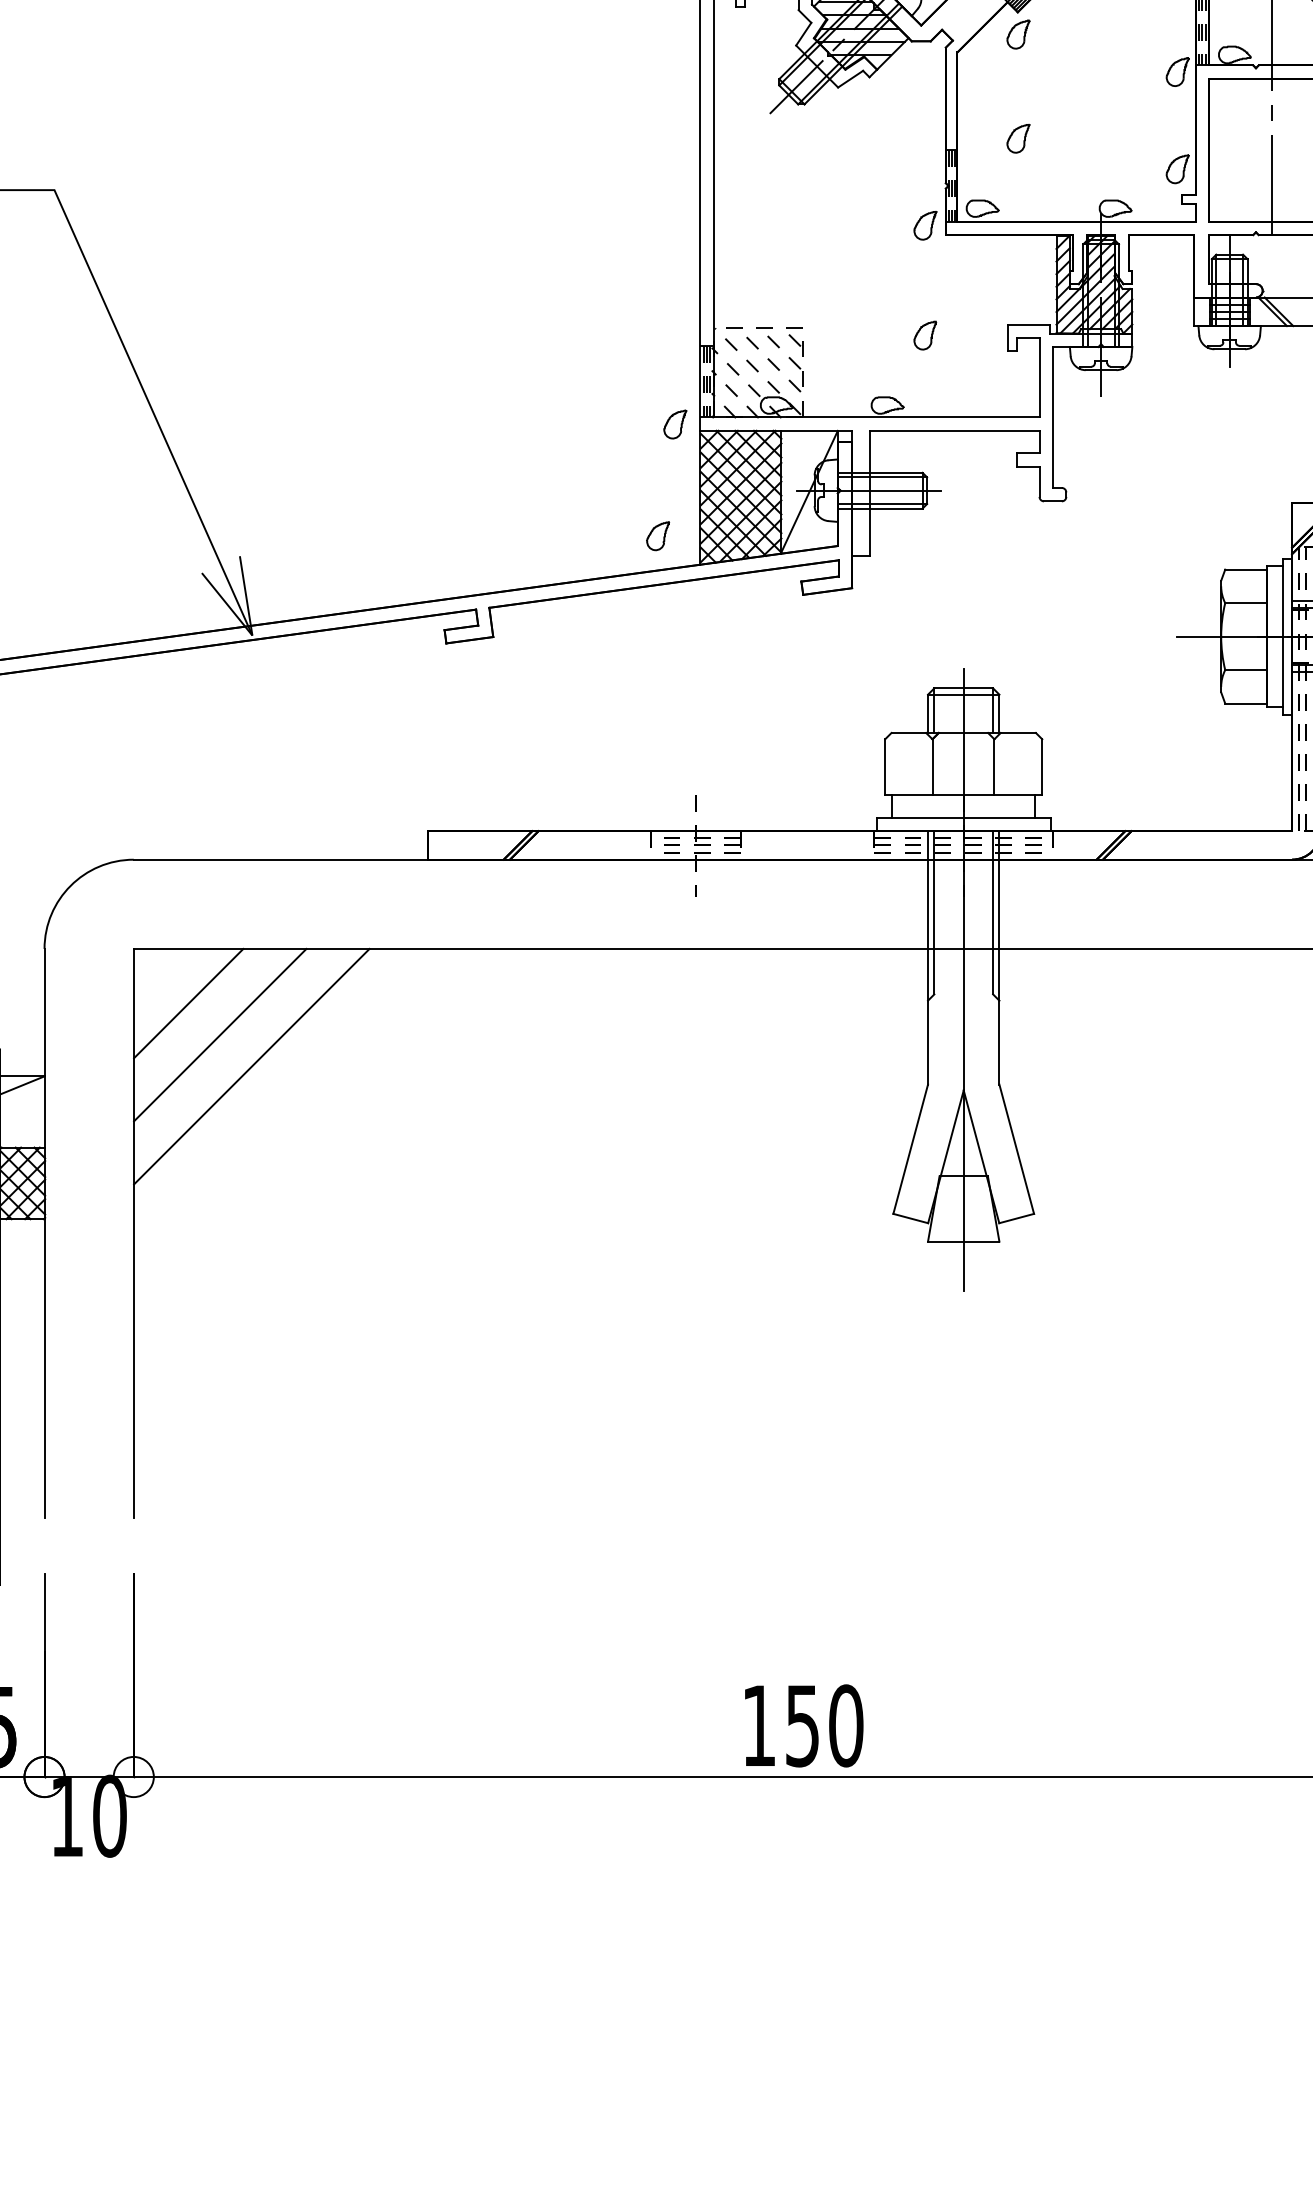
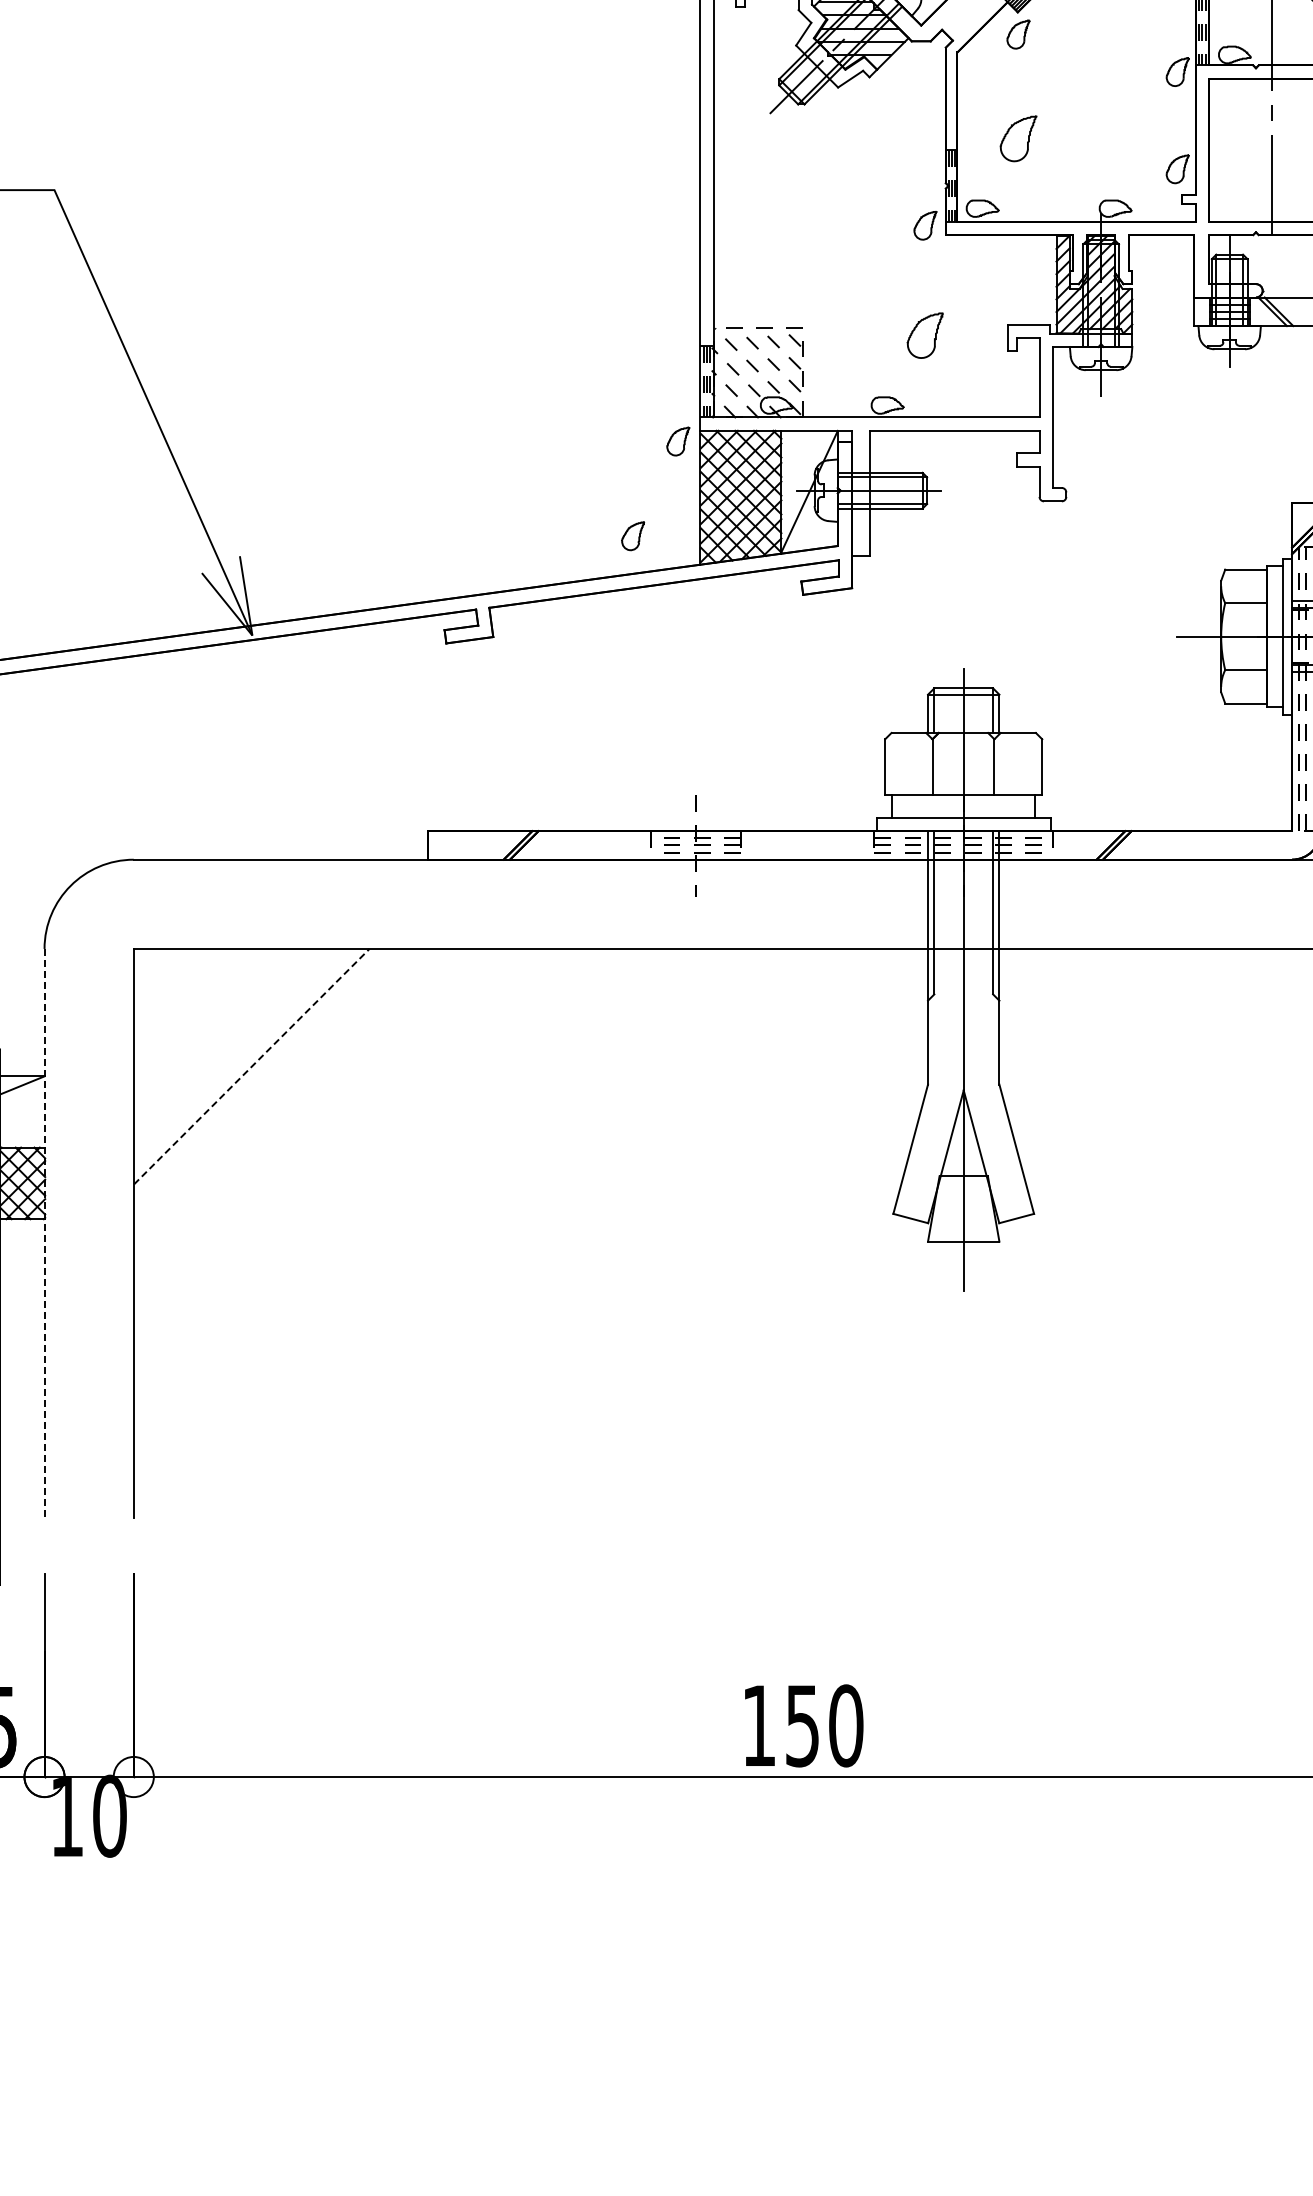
part at (1018, 138) size: 25x31 px -> 39x48 px
part at (925, 335) size: 25x31 px -> 38x47 px
part at (675, 424) position: (675, 424) -> (678, 441)
part at (658, 536) position: (658, 536) -> (633, 536)
line at (188, 1003): present -> none
line at (220, 1034): present -> none
line at (251, 1066): solid -> dashed
line at (44, 1233): solid -> dashed
